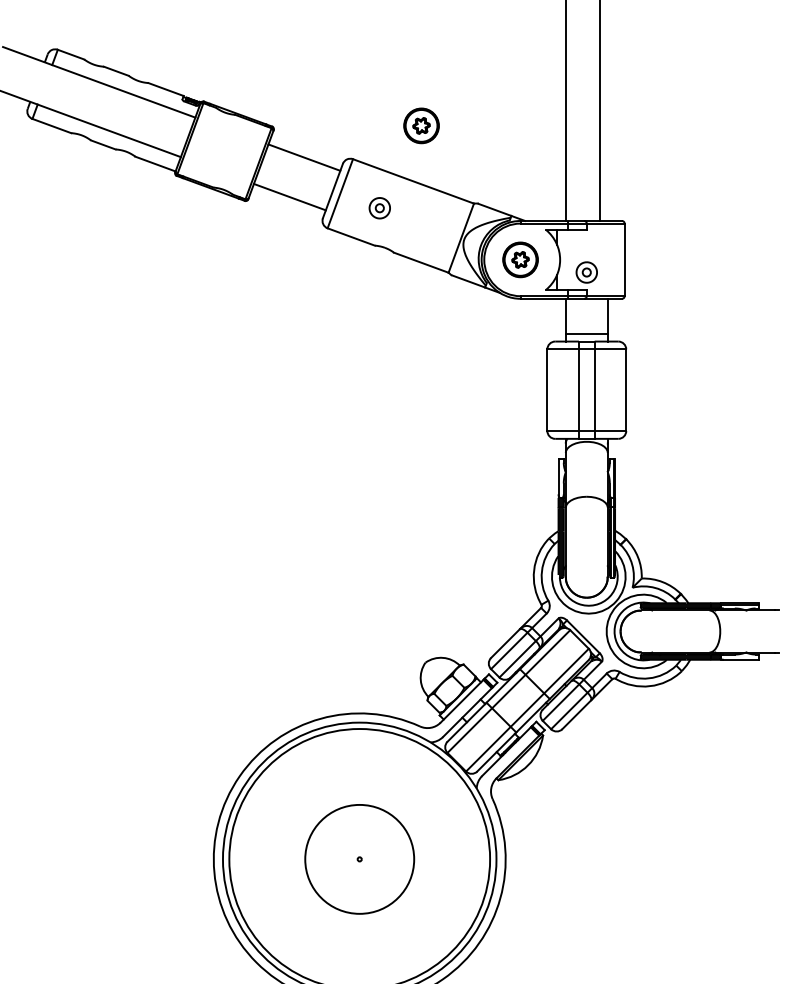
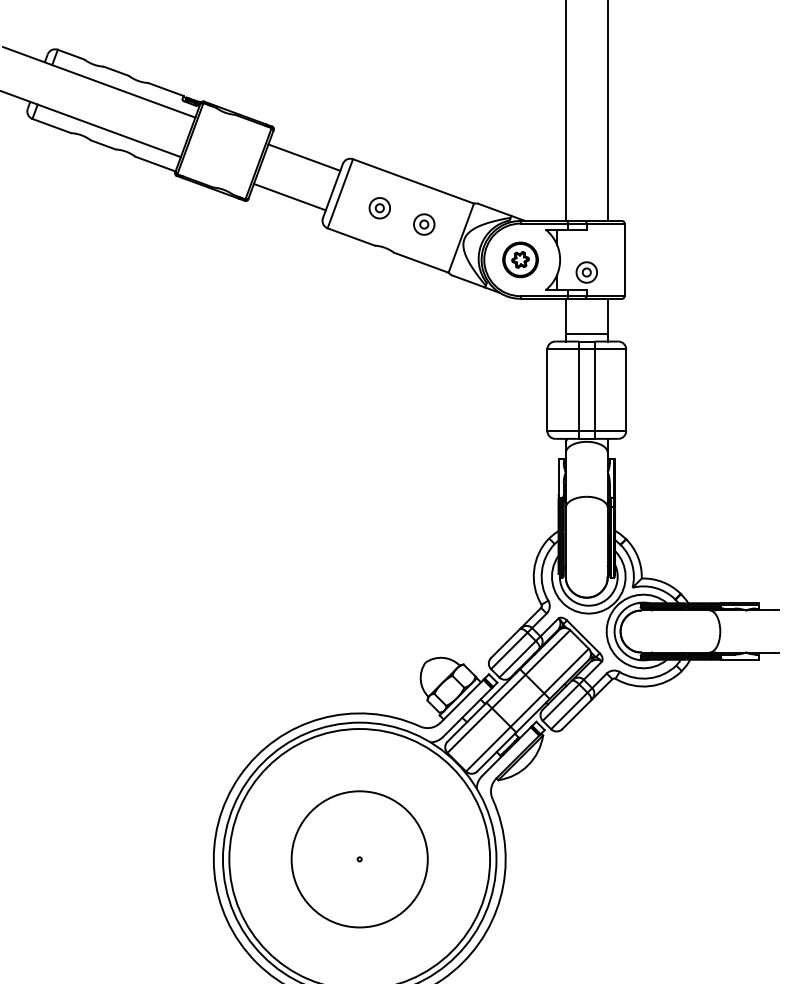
line at (599, 111) position: (599, 111) -> (607, 111)
part at (421, 125): present -> none
part at (424, 224): none -> present
circle at (359, 858) diameter: 109 px -> 136 px
